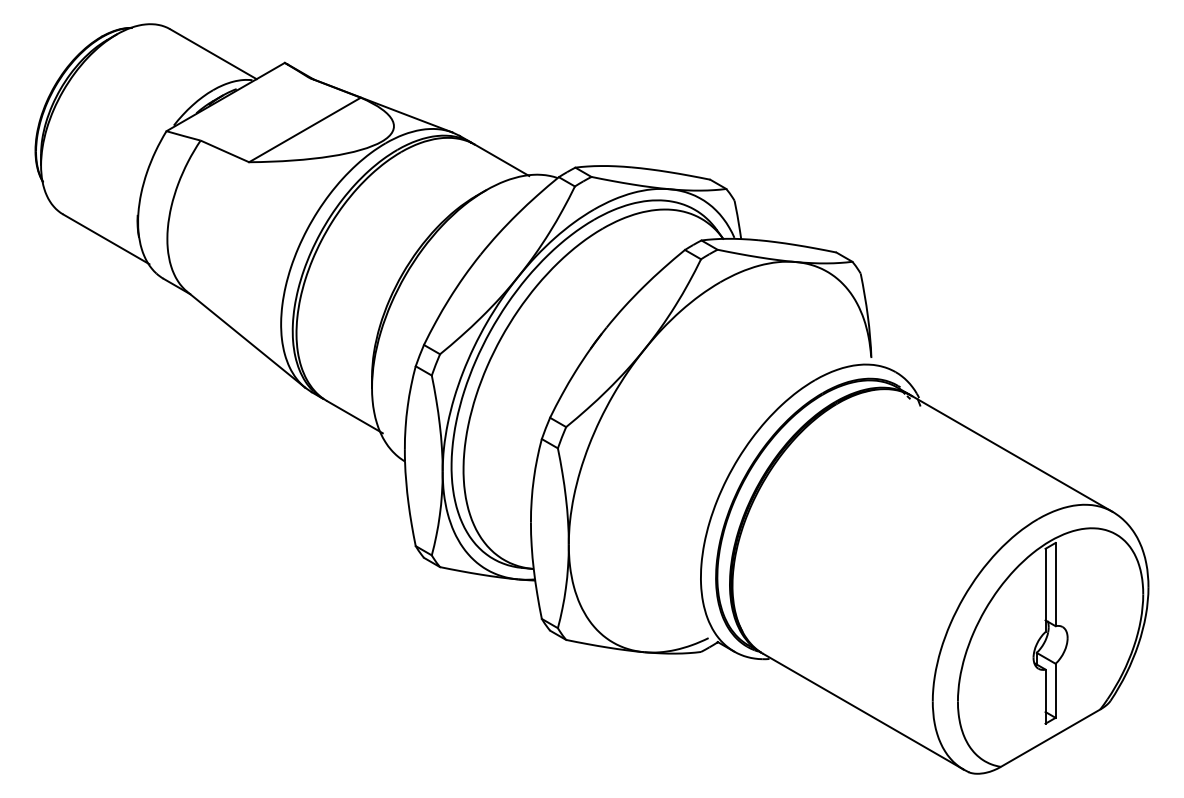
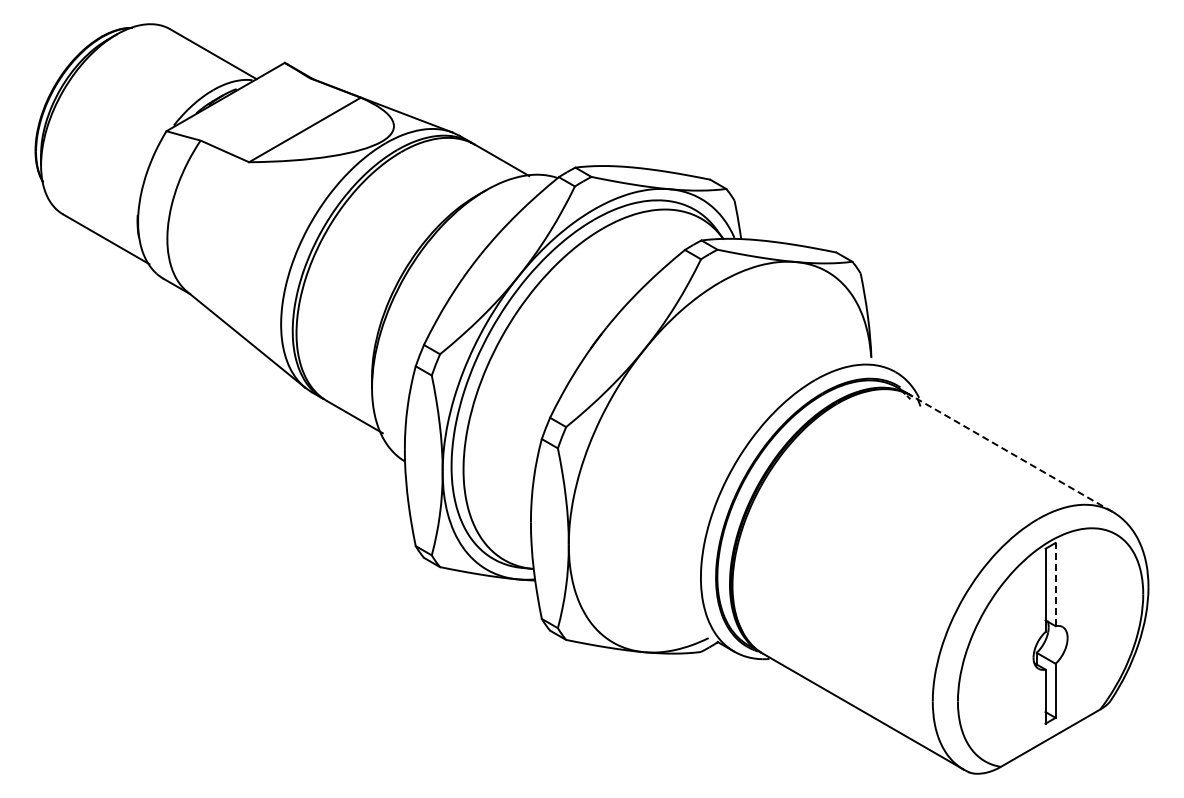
line at (1012, 453): solid -> dashed
line at (1055, 584): solid -> dashed
